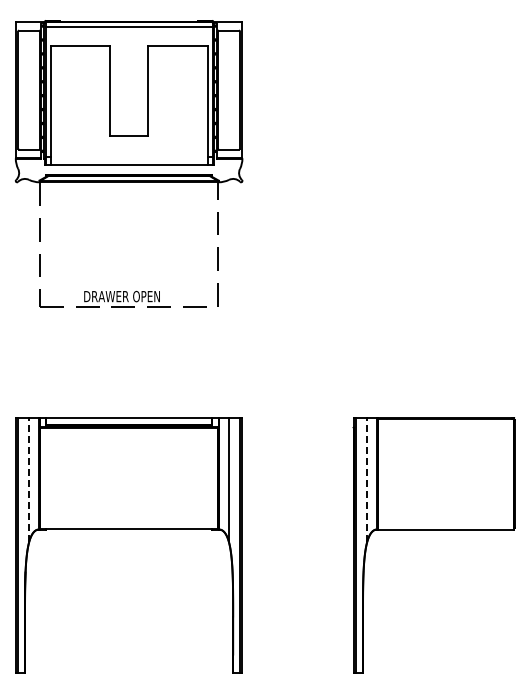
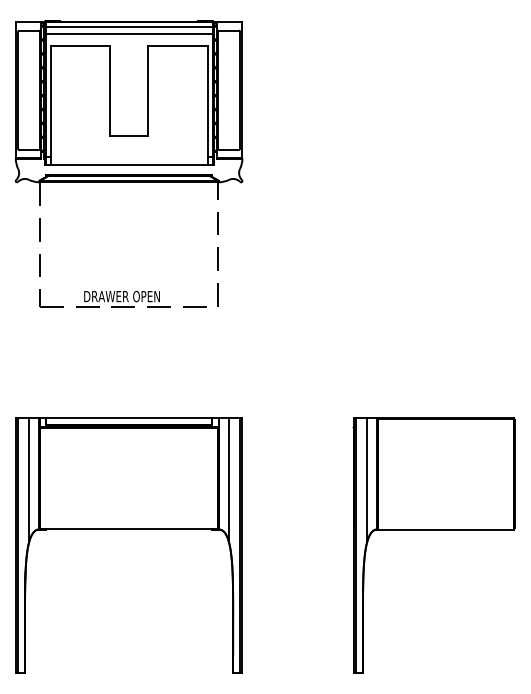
line at (128, 34): none -> present
line at (29, 479): dashed -> solid
line at (367, 479): dashed -> solid
